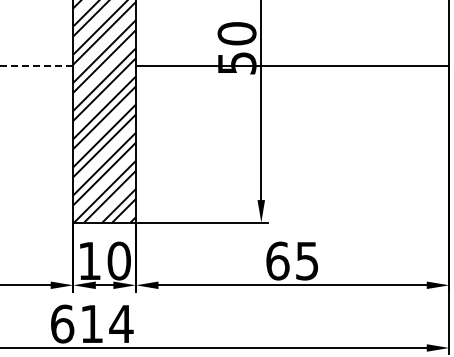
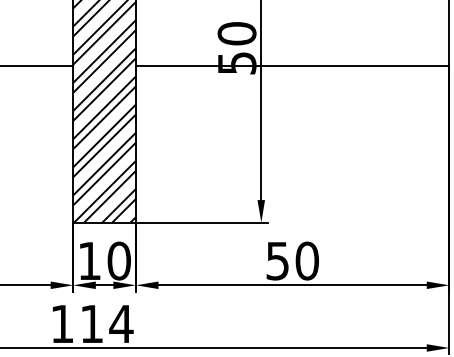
line at (36, 65): dashed -> solid
text at (292, 260): 65 -> 50
text at (62, 323): 614 -> 114
